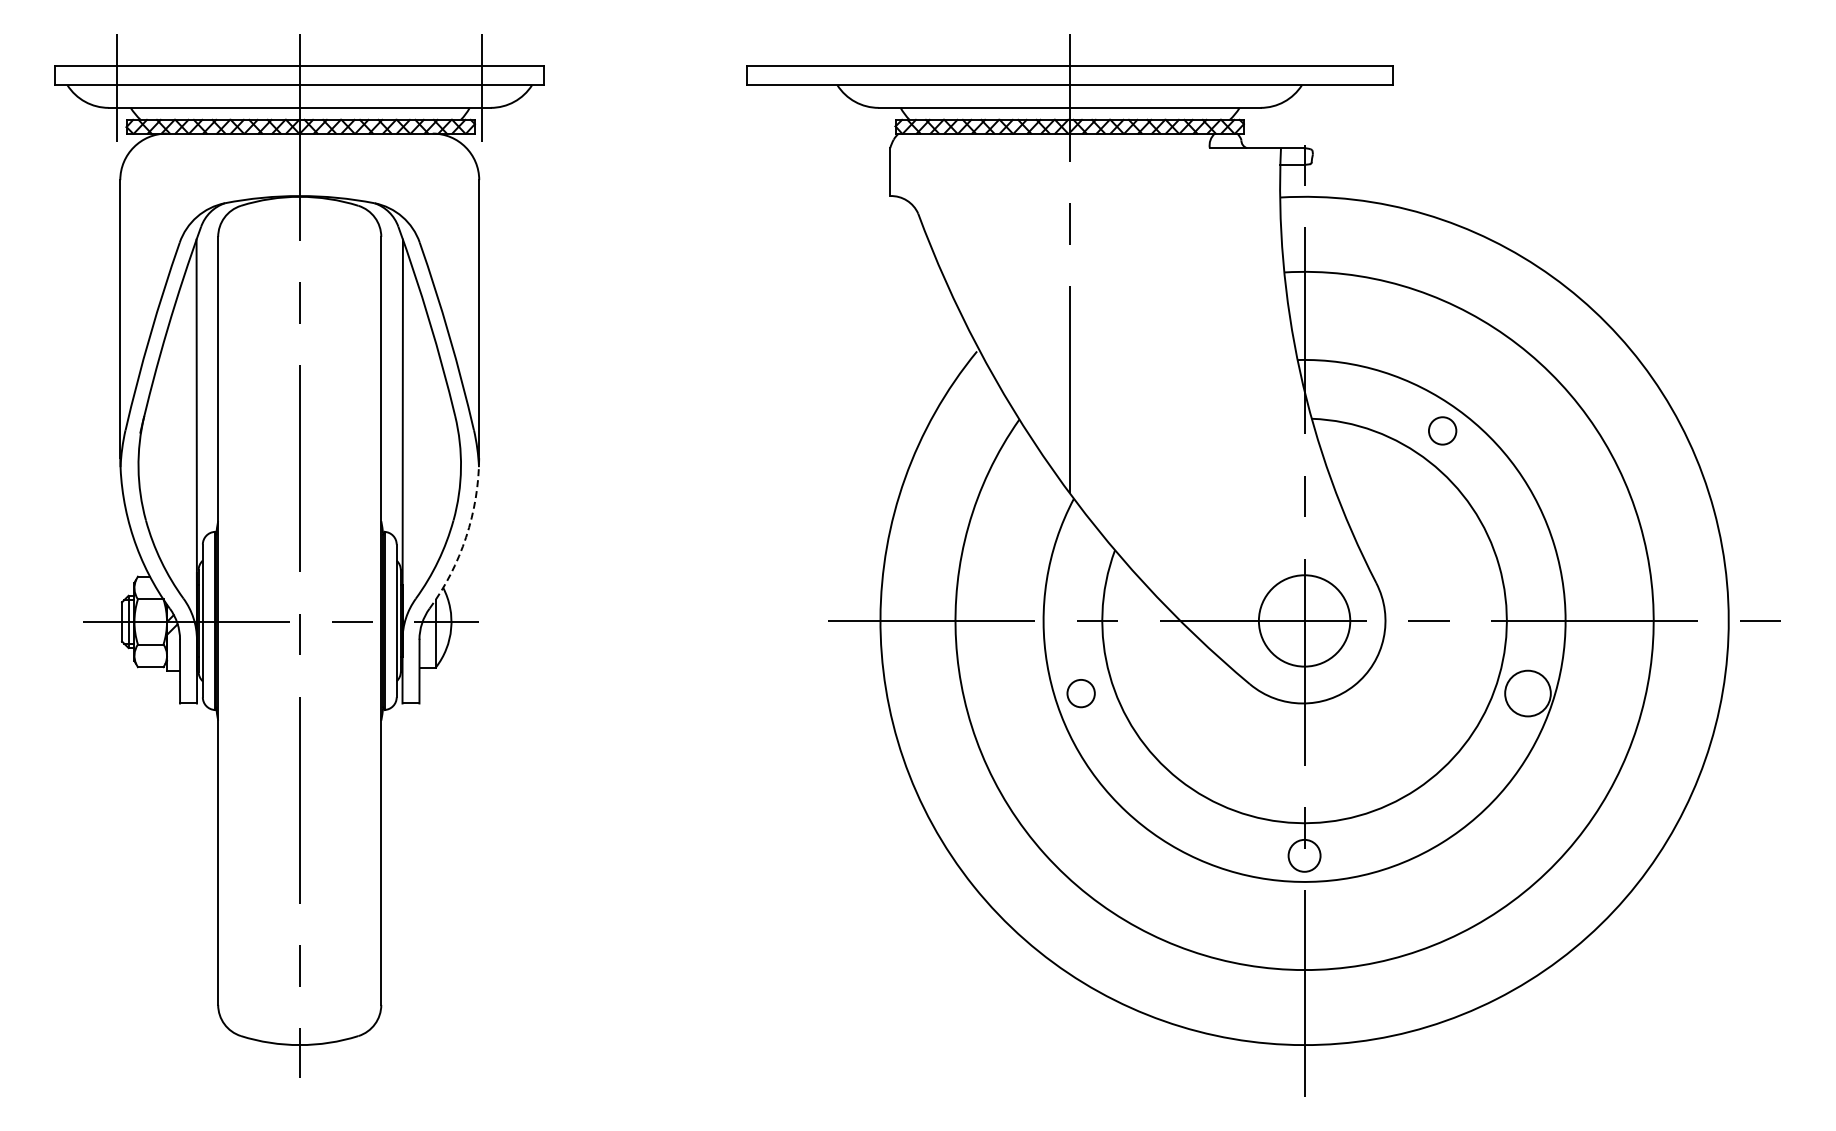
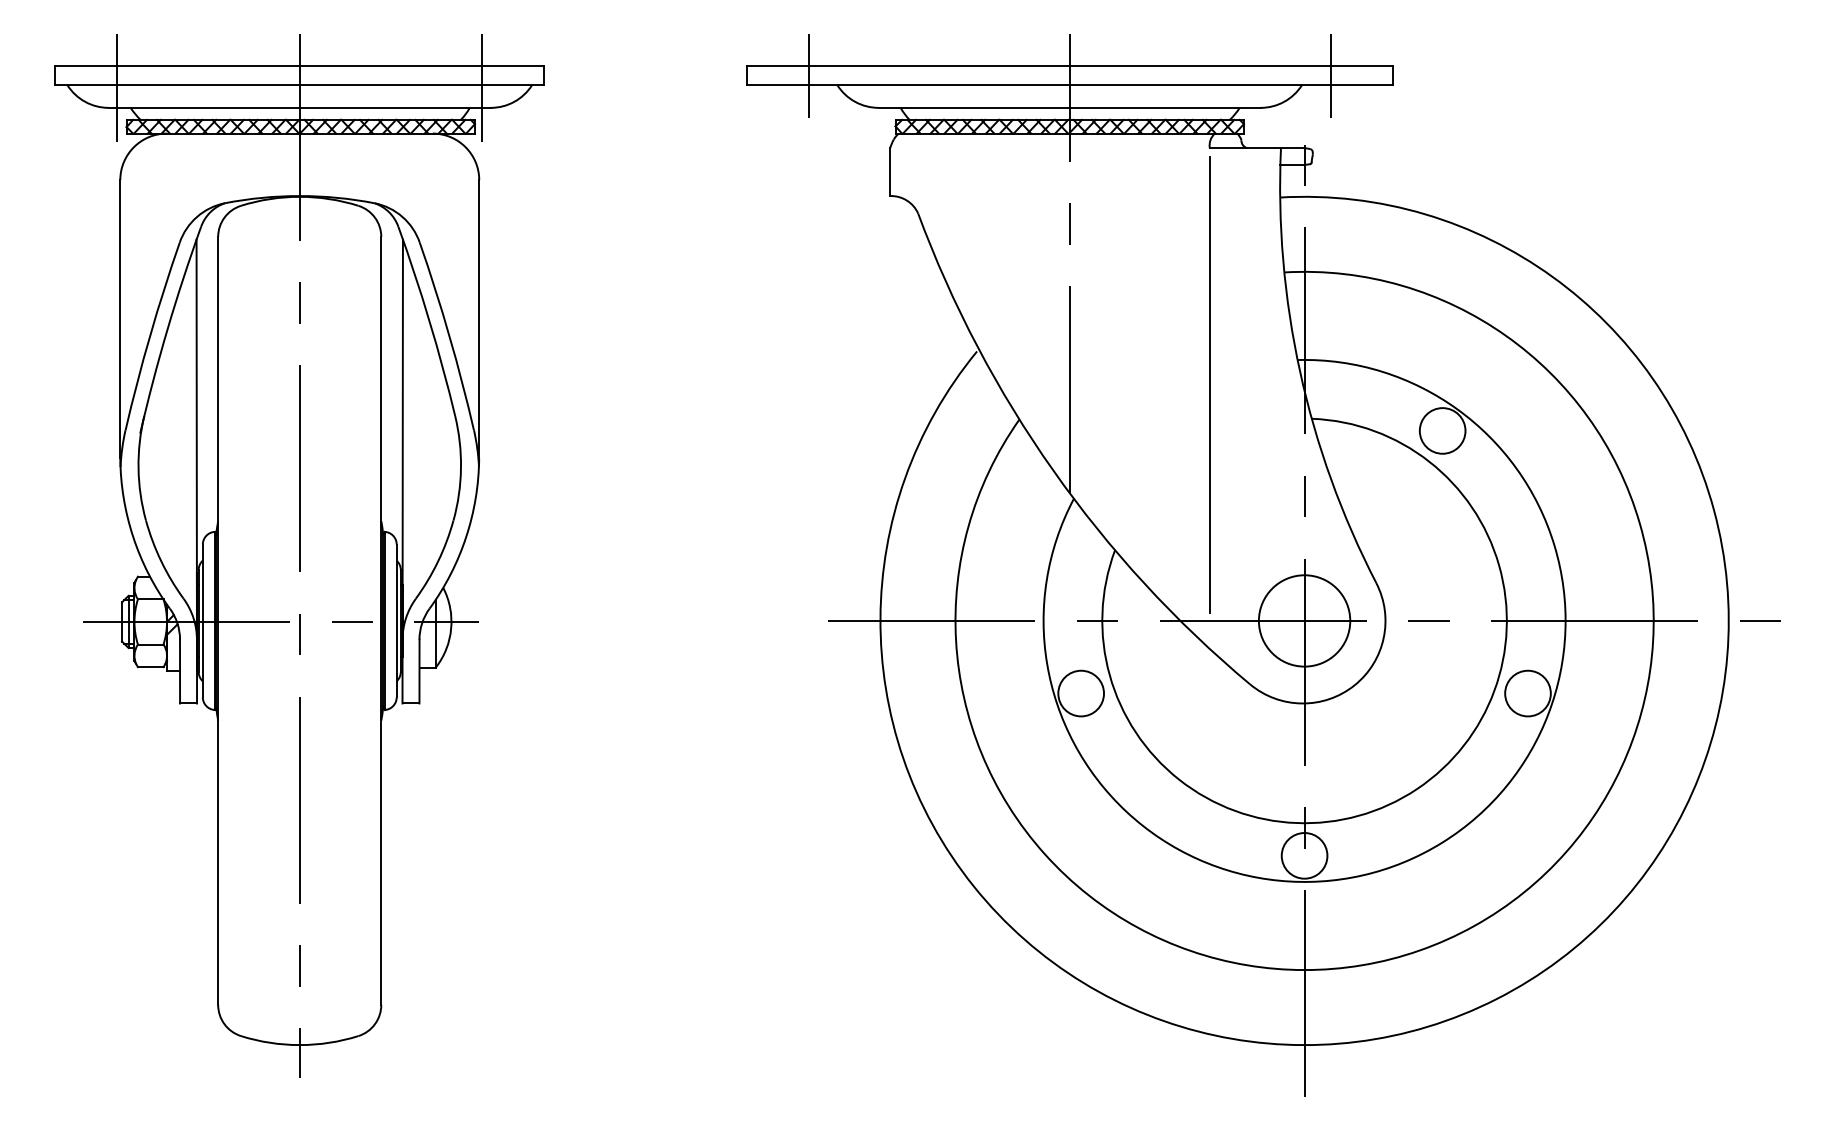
line at (808, 75): none -> present
line at (1330, 75): none -> present
line at (1209, 384): none -> present
circle at (1442, 430) diameter: 27 px -> 46 px
arc at (466, 537): dashed -> solid
circle at (1080, 693) diameter: 27 px -> 46 px
circle at (1304, 855) diameter: 32 px -> 46 px
